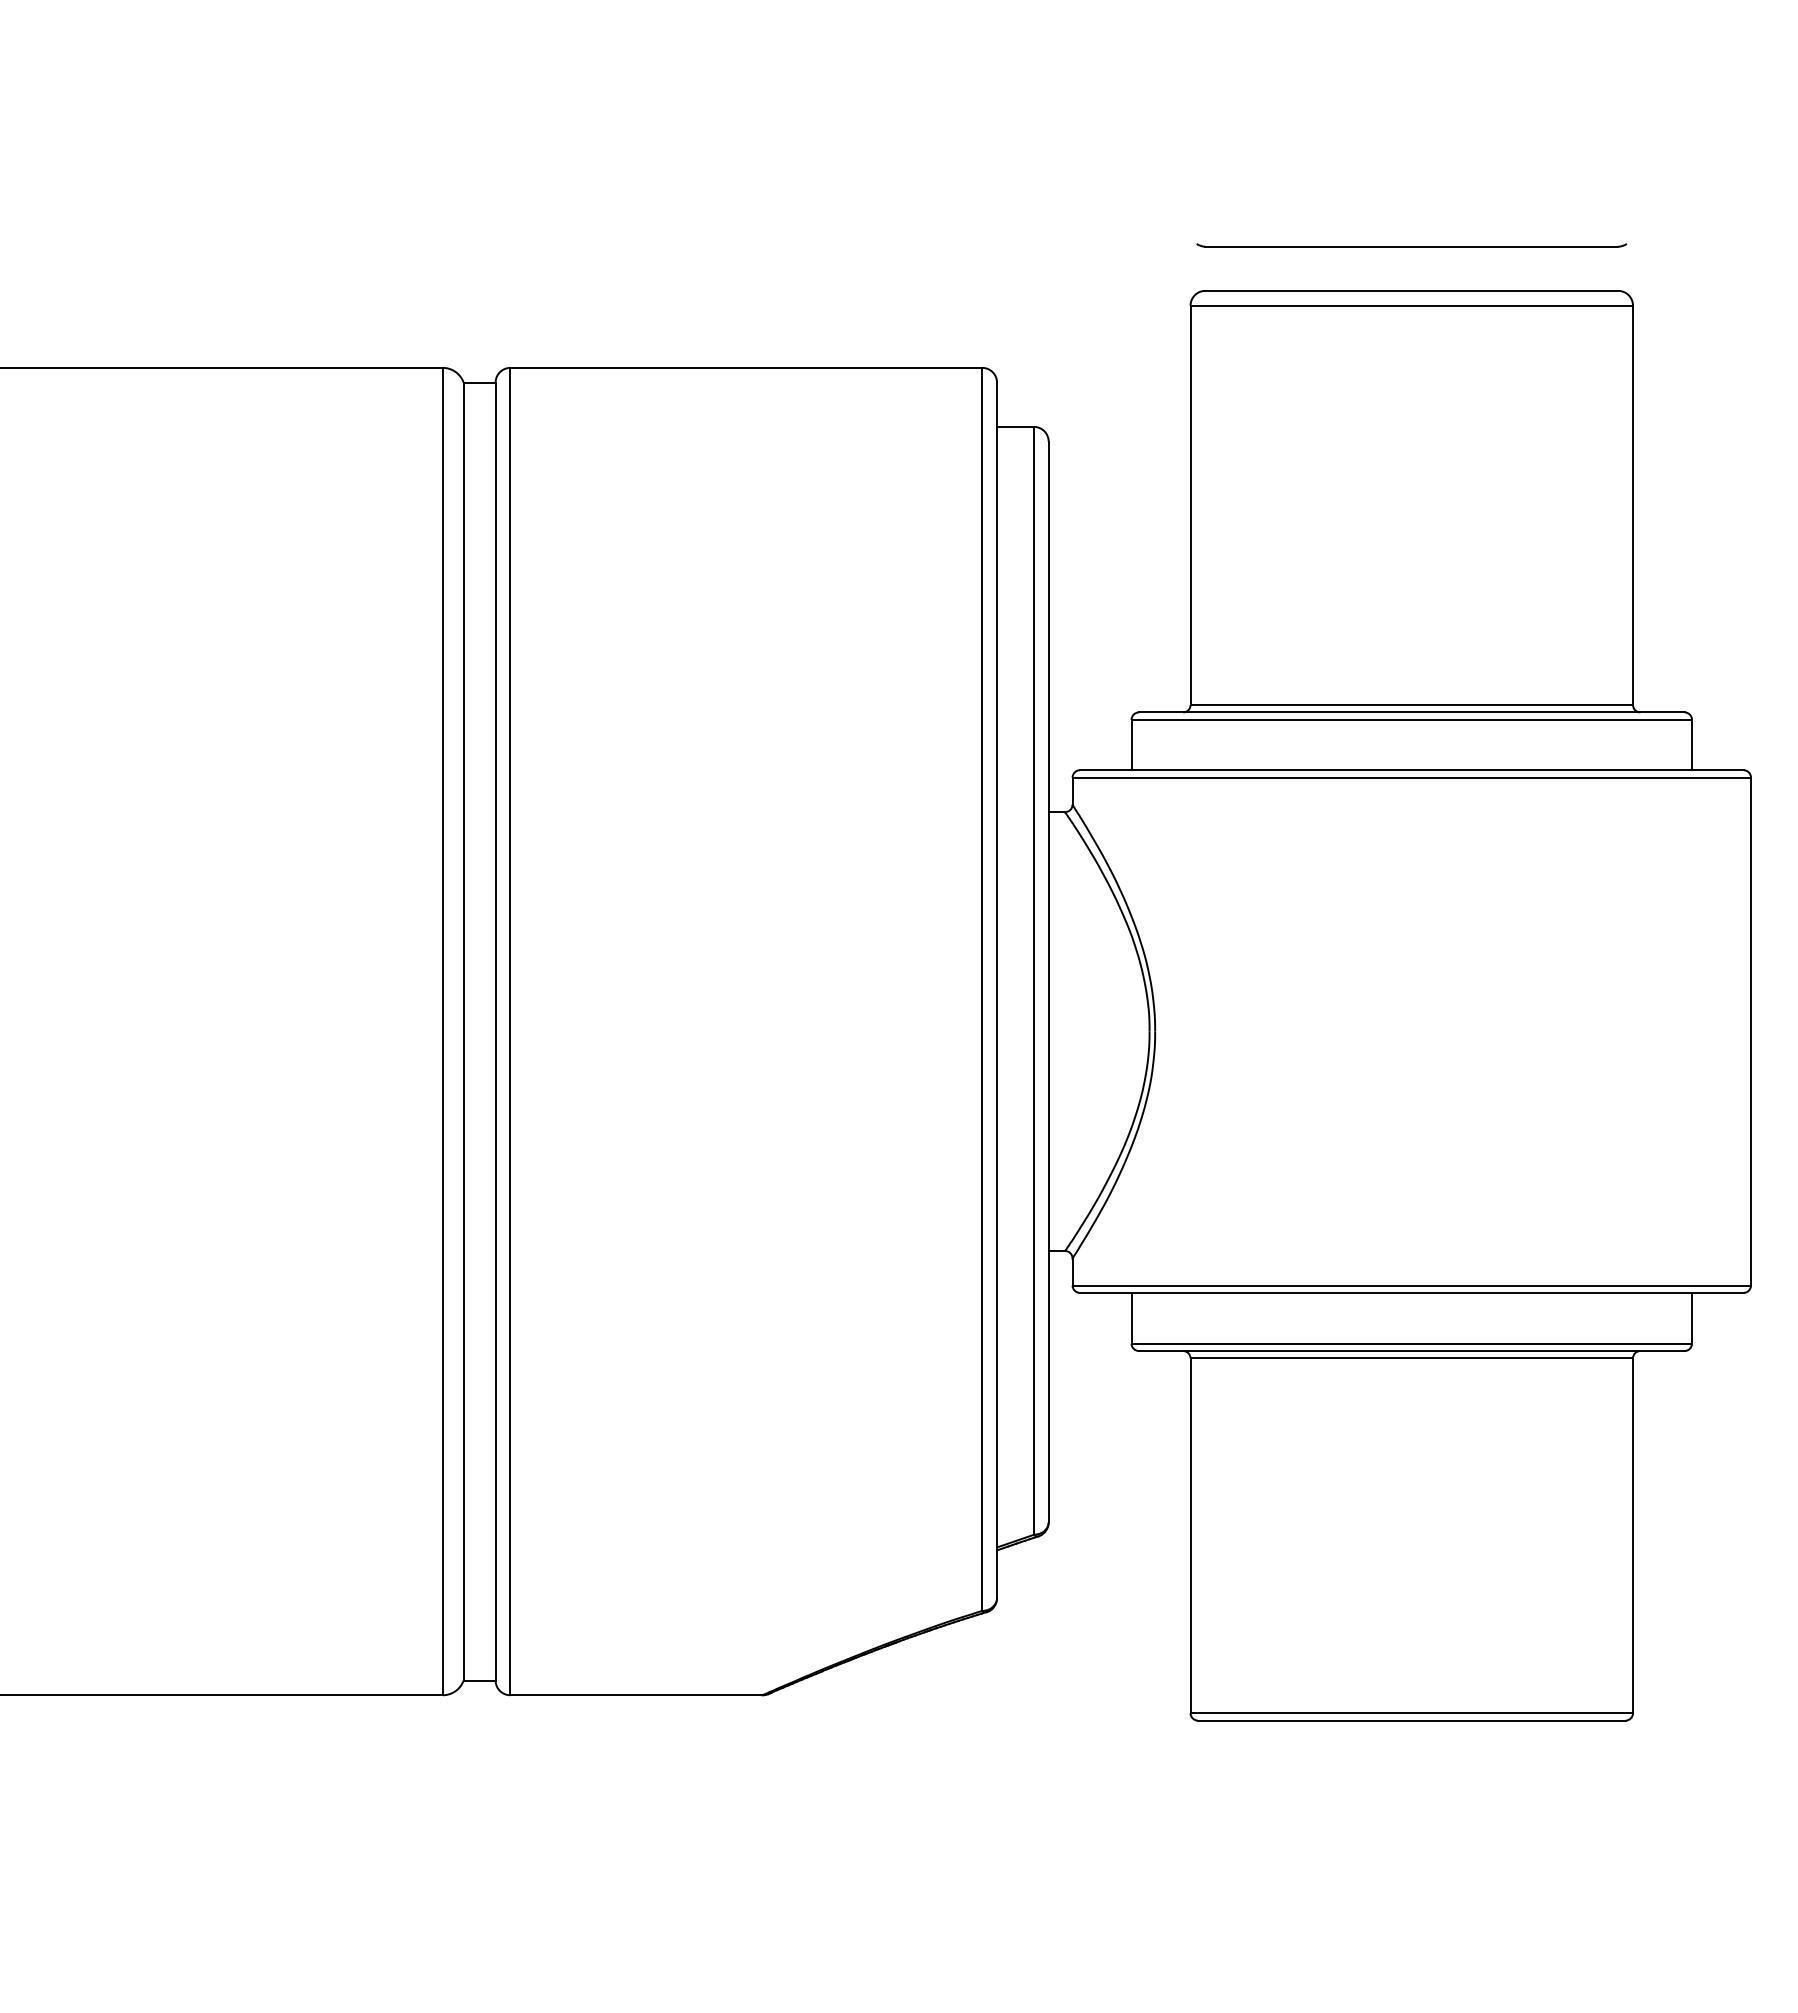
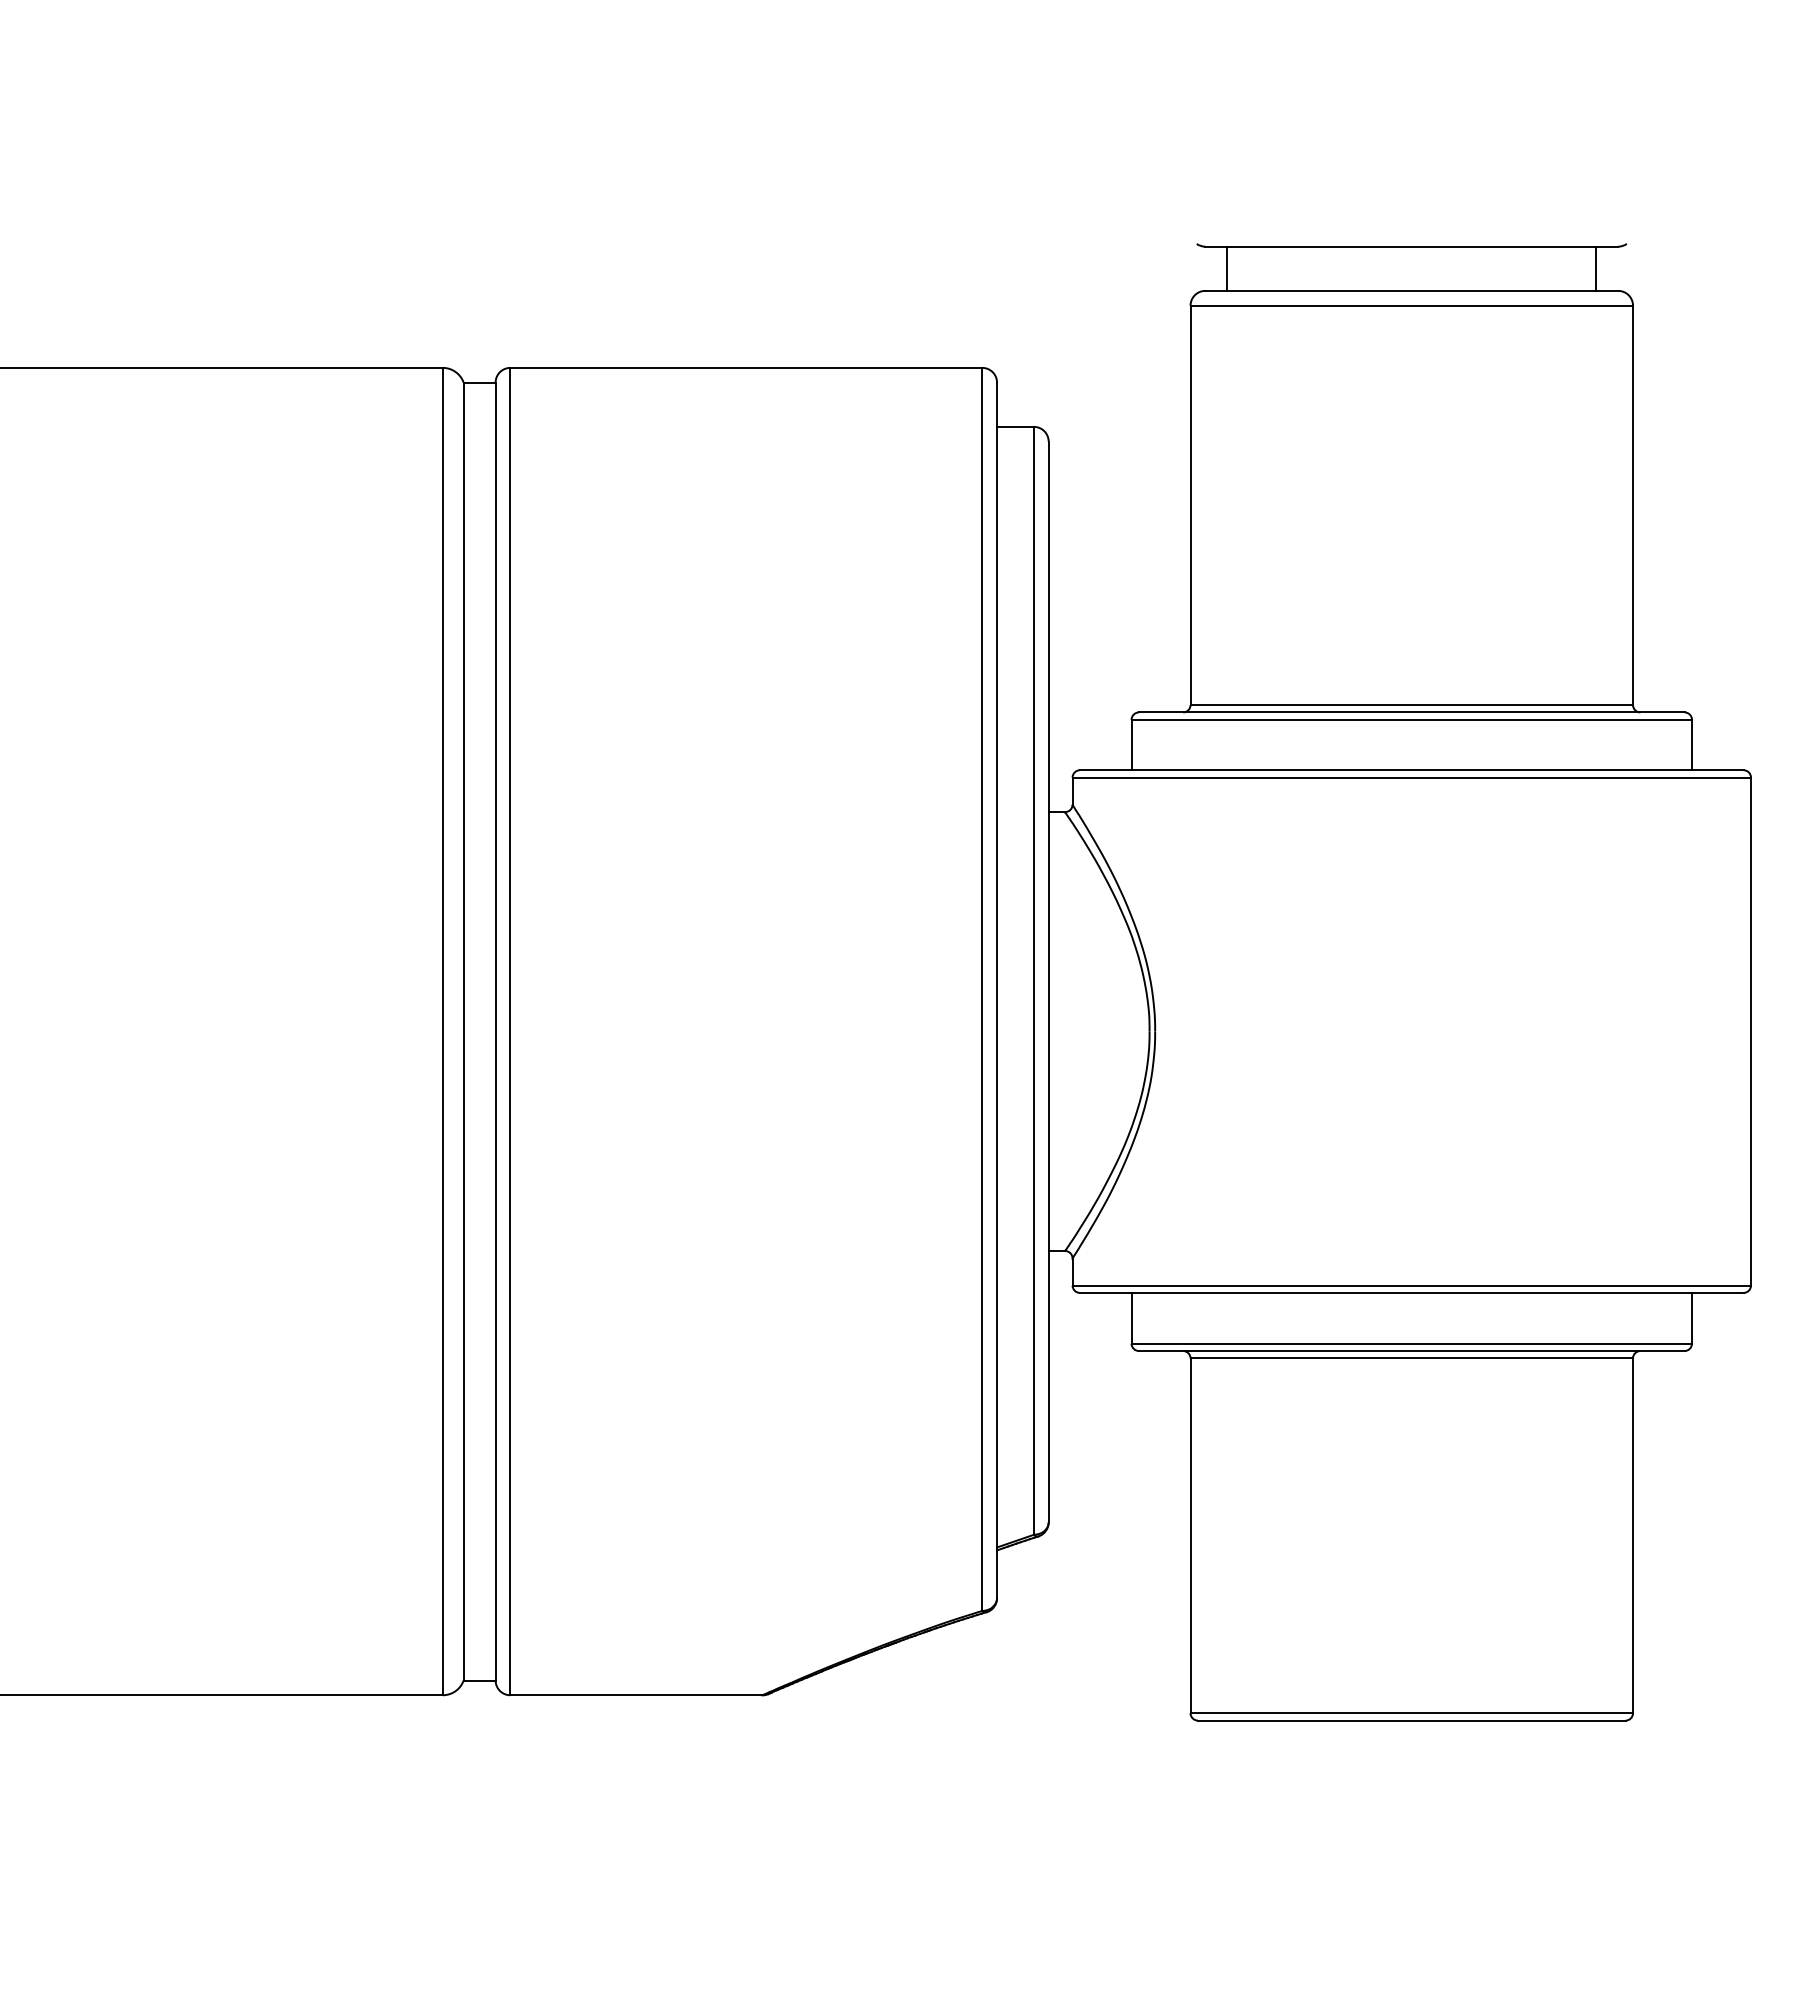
line at (1227, 268): none -> present
line at (1596, 268): none -> present
